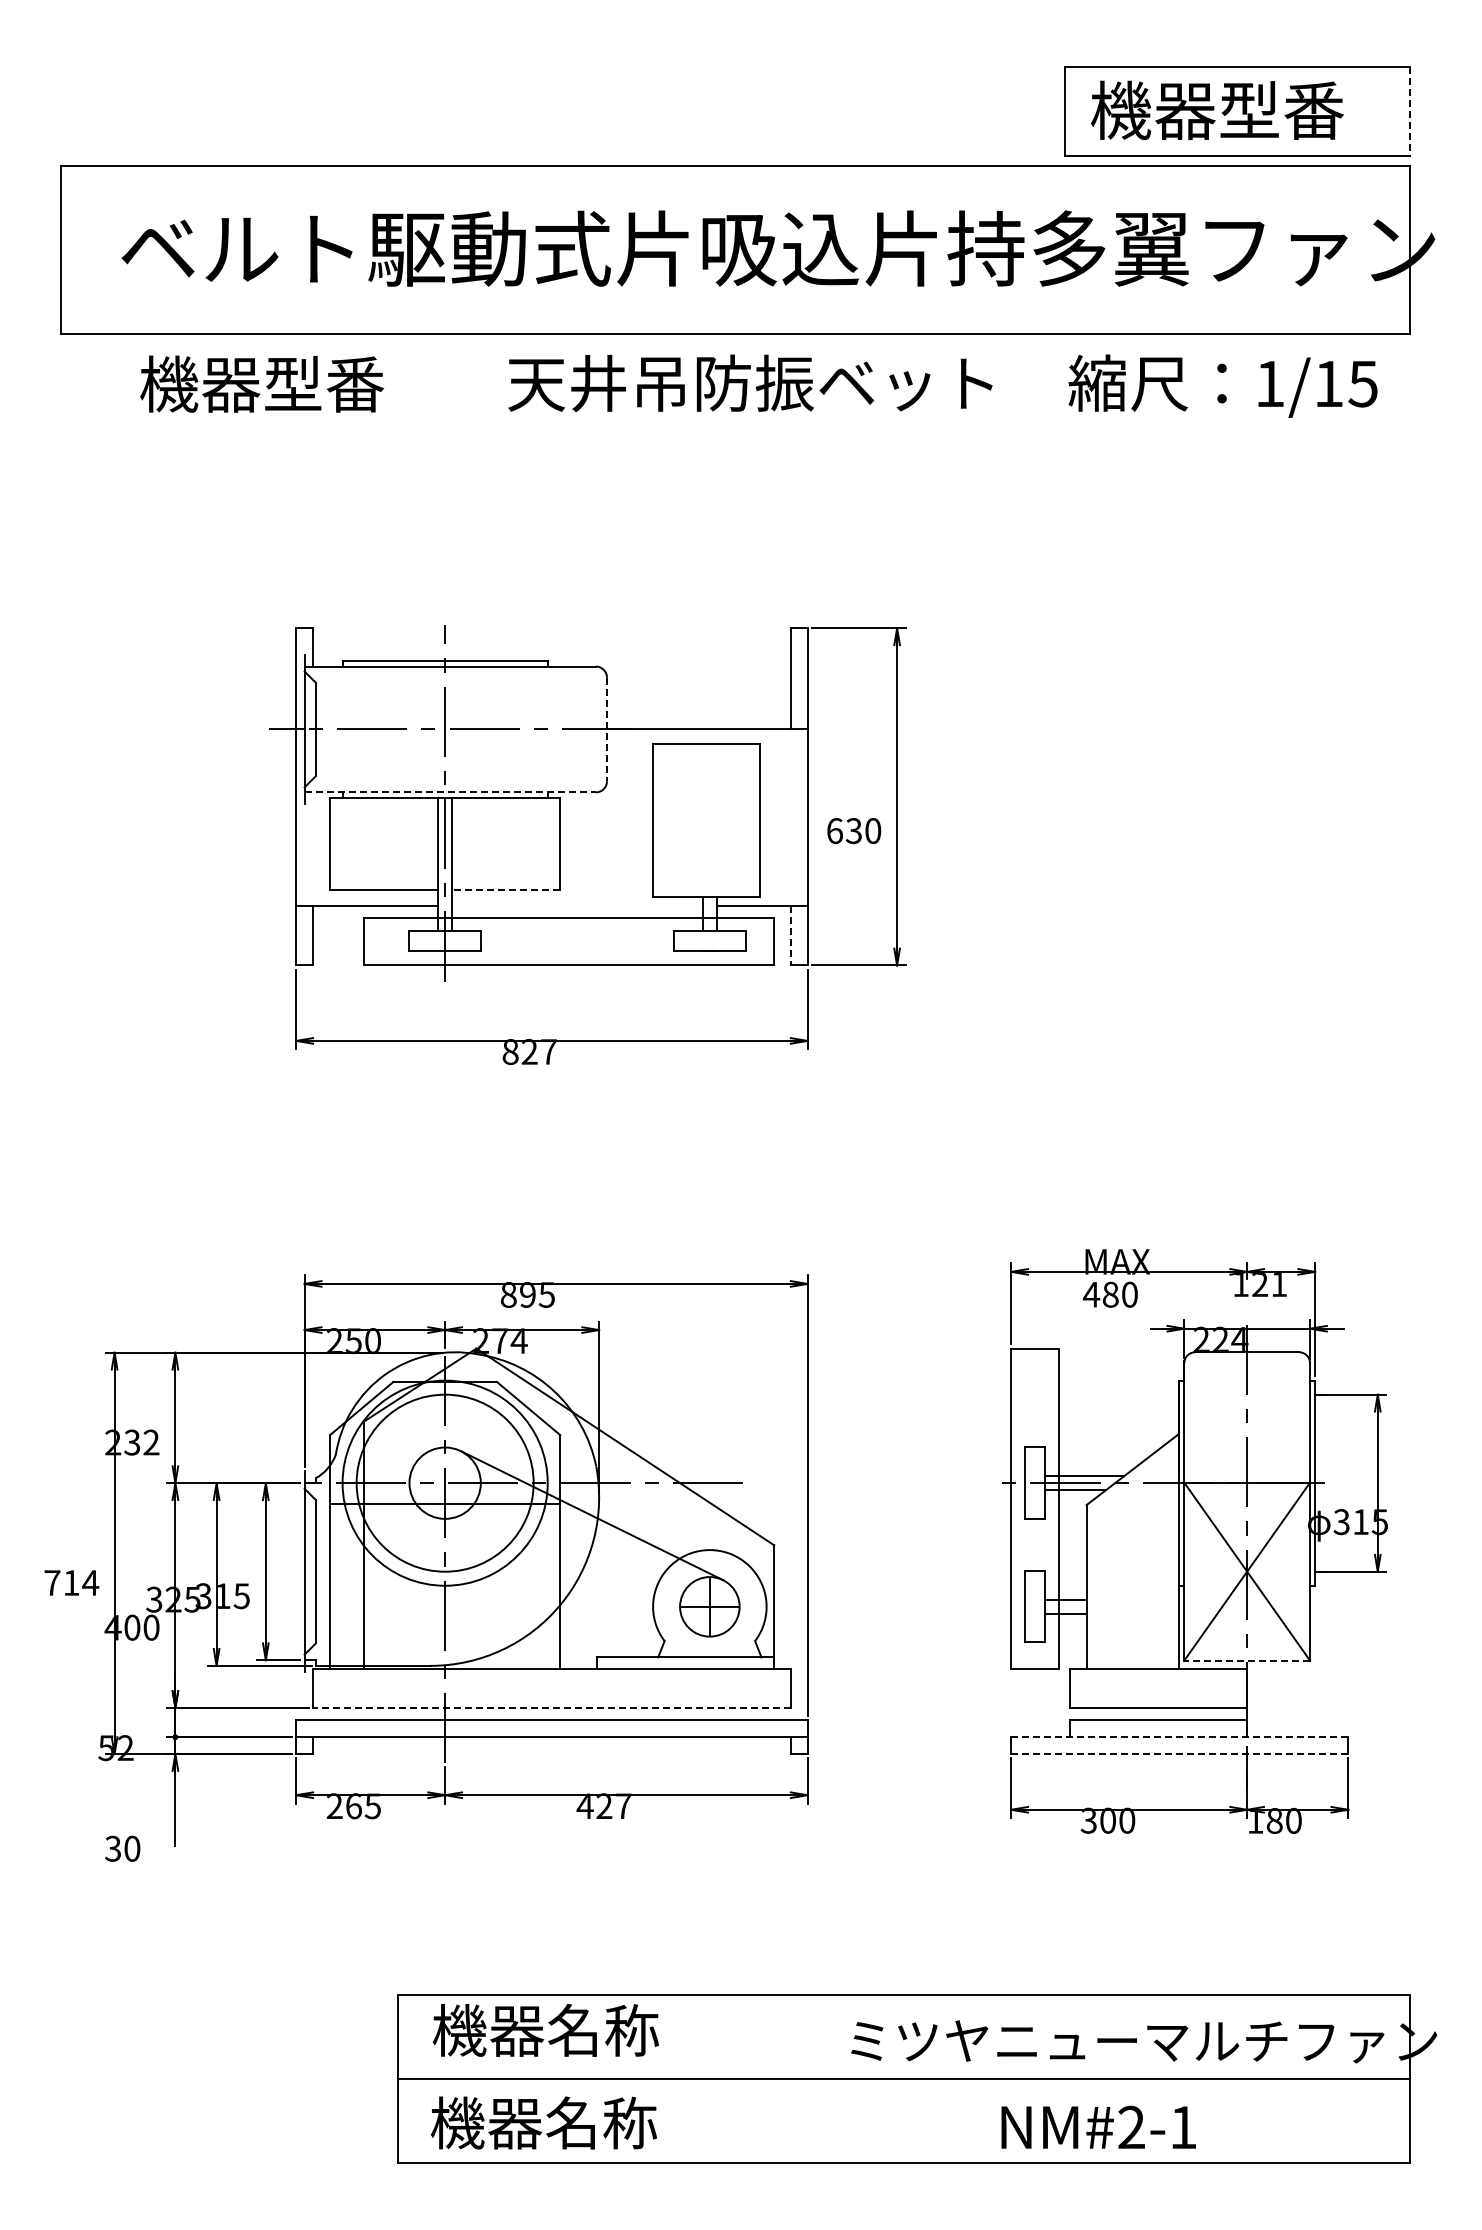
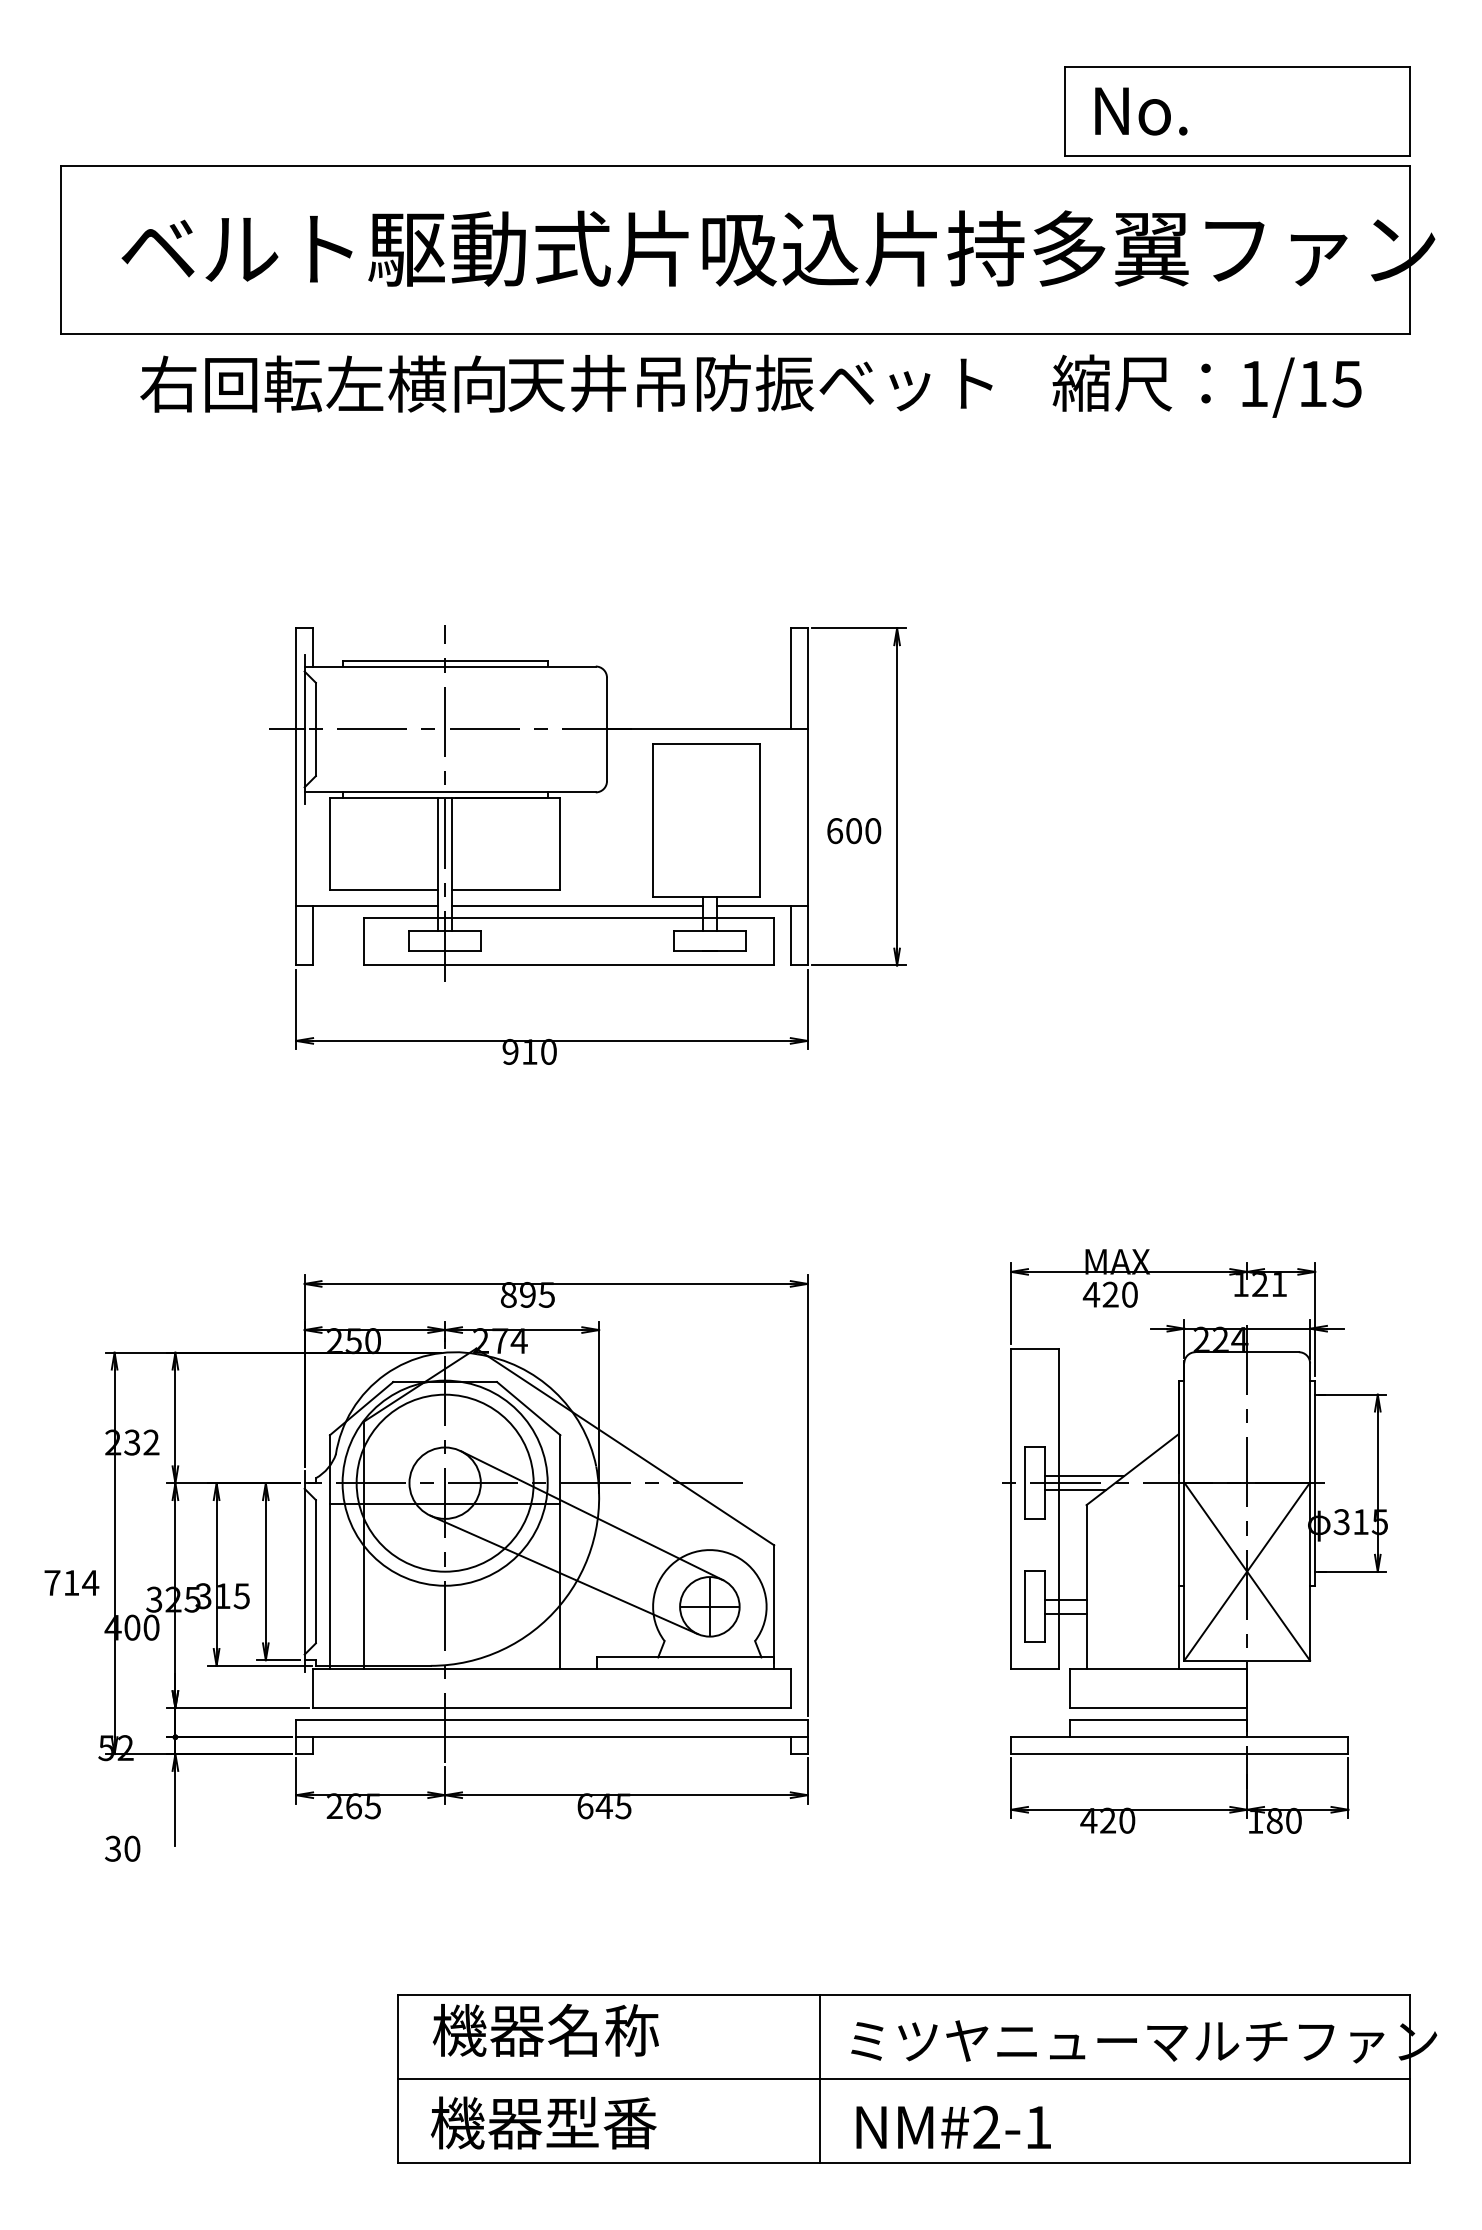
text at (1217, 110): 機器型番 -> No.
line at (1409, 111): dashed -> solid
text at (322, 383): 機器型番 -> 右回転左横向
text at (1222, 385) position: (1222, 385) -> (1206, 385)
line at (607, 729): dashed -> solid
line at (450, 792): dashed -> solid
text at (853, 831): 630 -> 600
line at (505, 889): dashed -> solid
line at (577, 906): none -> present
line at (790, 936): dashed -> solid
text at (529, 1051): 827 -> 910
text at (1110, 1294): 480 -> 420
line at (563, 1574): none -> present
line at (1247, 1660): dashed -> solid
line at (551, 1708): dashed -> solid
line at (1179, 1737): dashed -> solid
line at (1179, 1754): dashed -> solid
text at (603, 1806): 427 -> 645
text at (1097, 1820): 300 -> 420
line at (819, 2078): none -> present
text at (601, 2122): 機器名称 -> 機器型番
text at (1098, 2126) position: (1098, 2126) -> (953, 2126)
